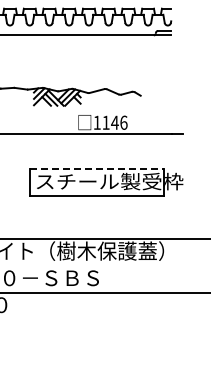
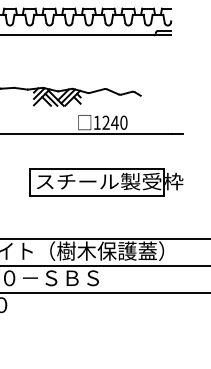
text at (114, 122): 1146 -> 1240
line at (97, 168): dashed -> solid
line at (104, 266): none -> present
